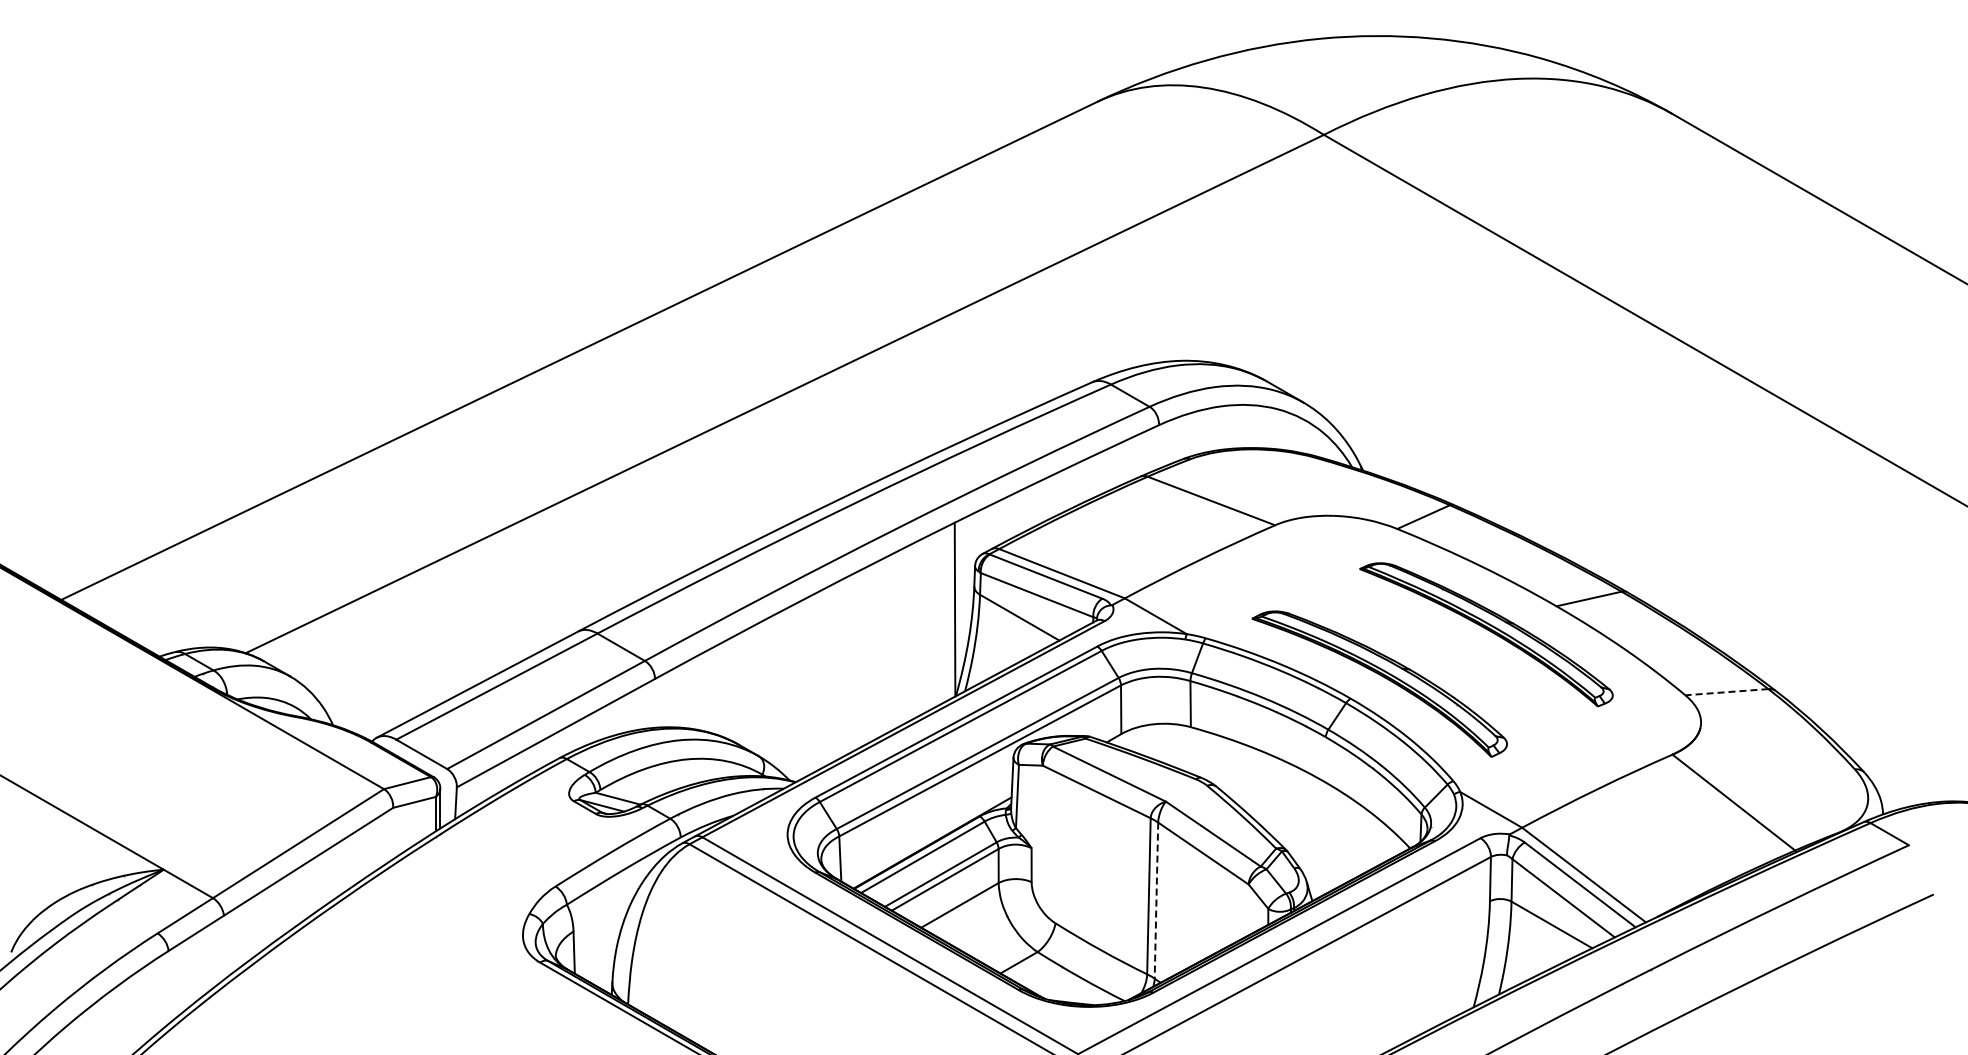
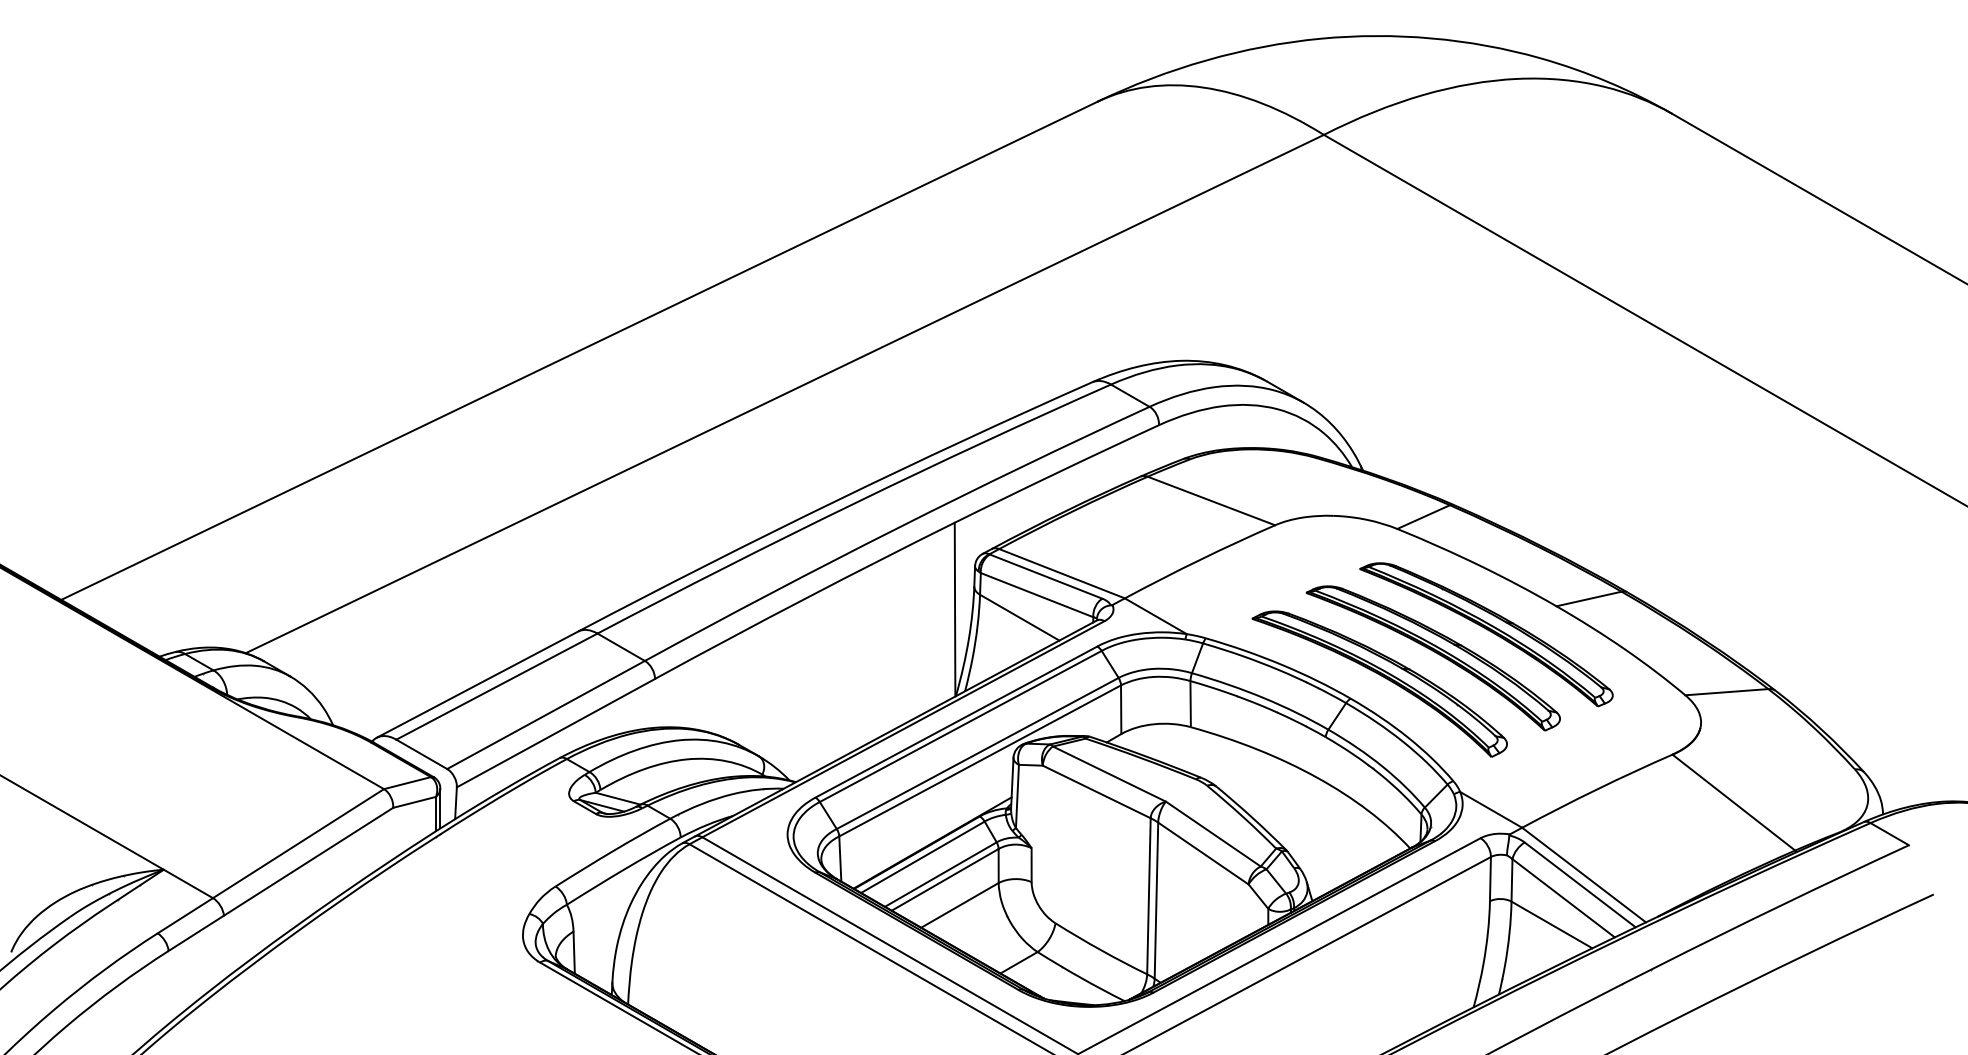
part at (1432, 658): none -> present
line at (1726, 692): dashed -> solid
line at (1156, 901): dashed -> solid
